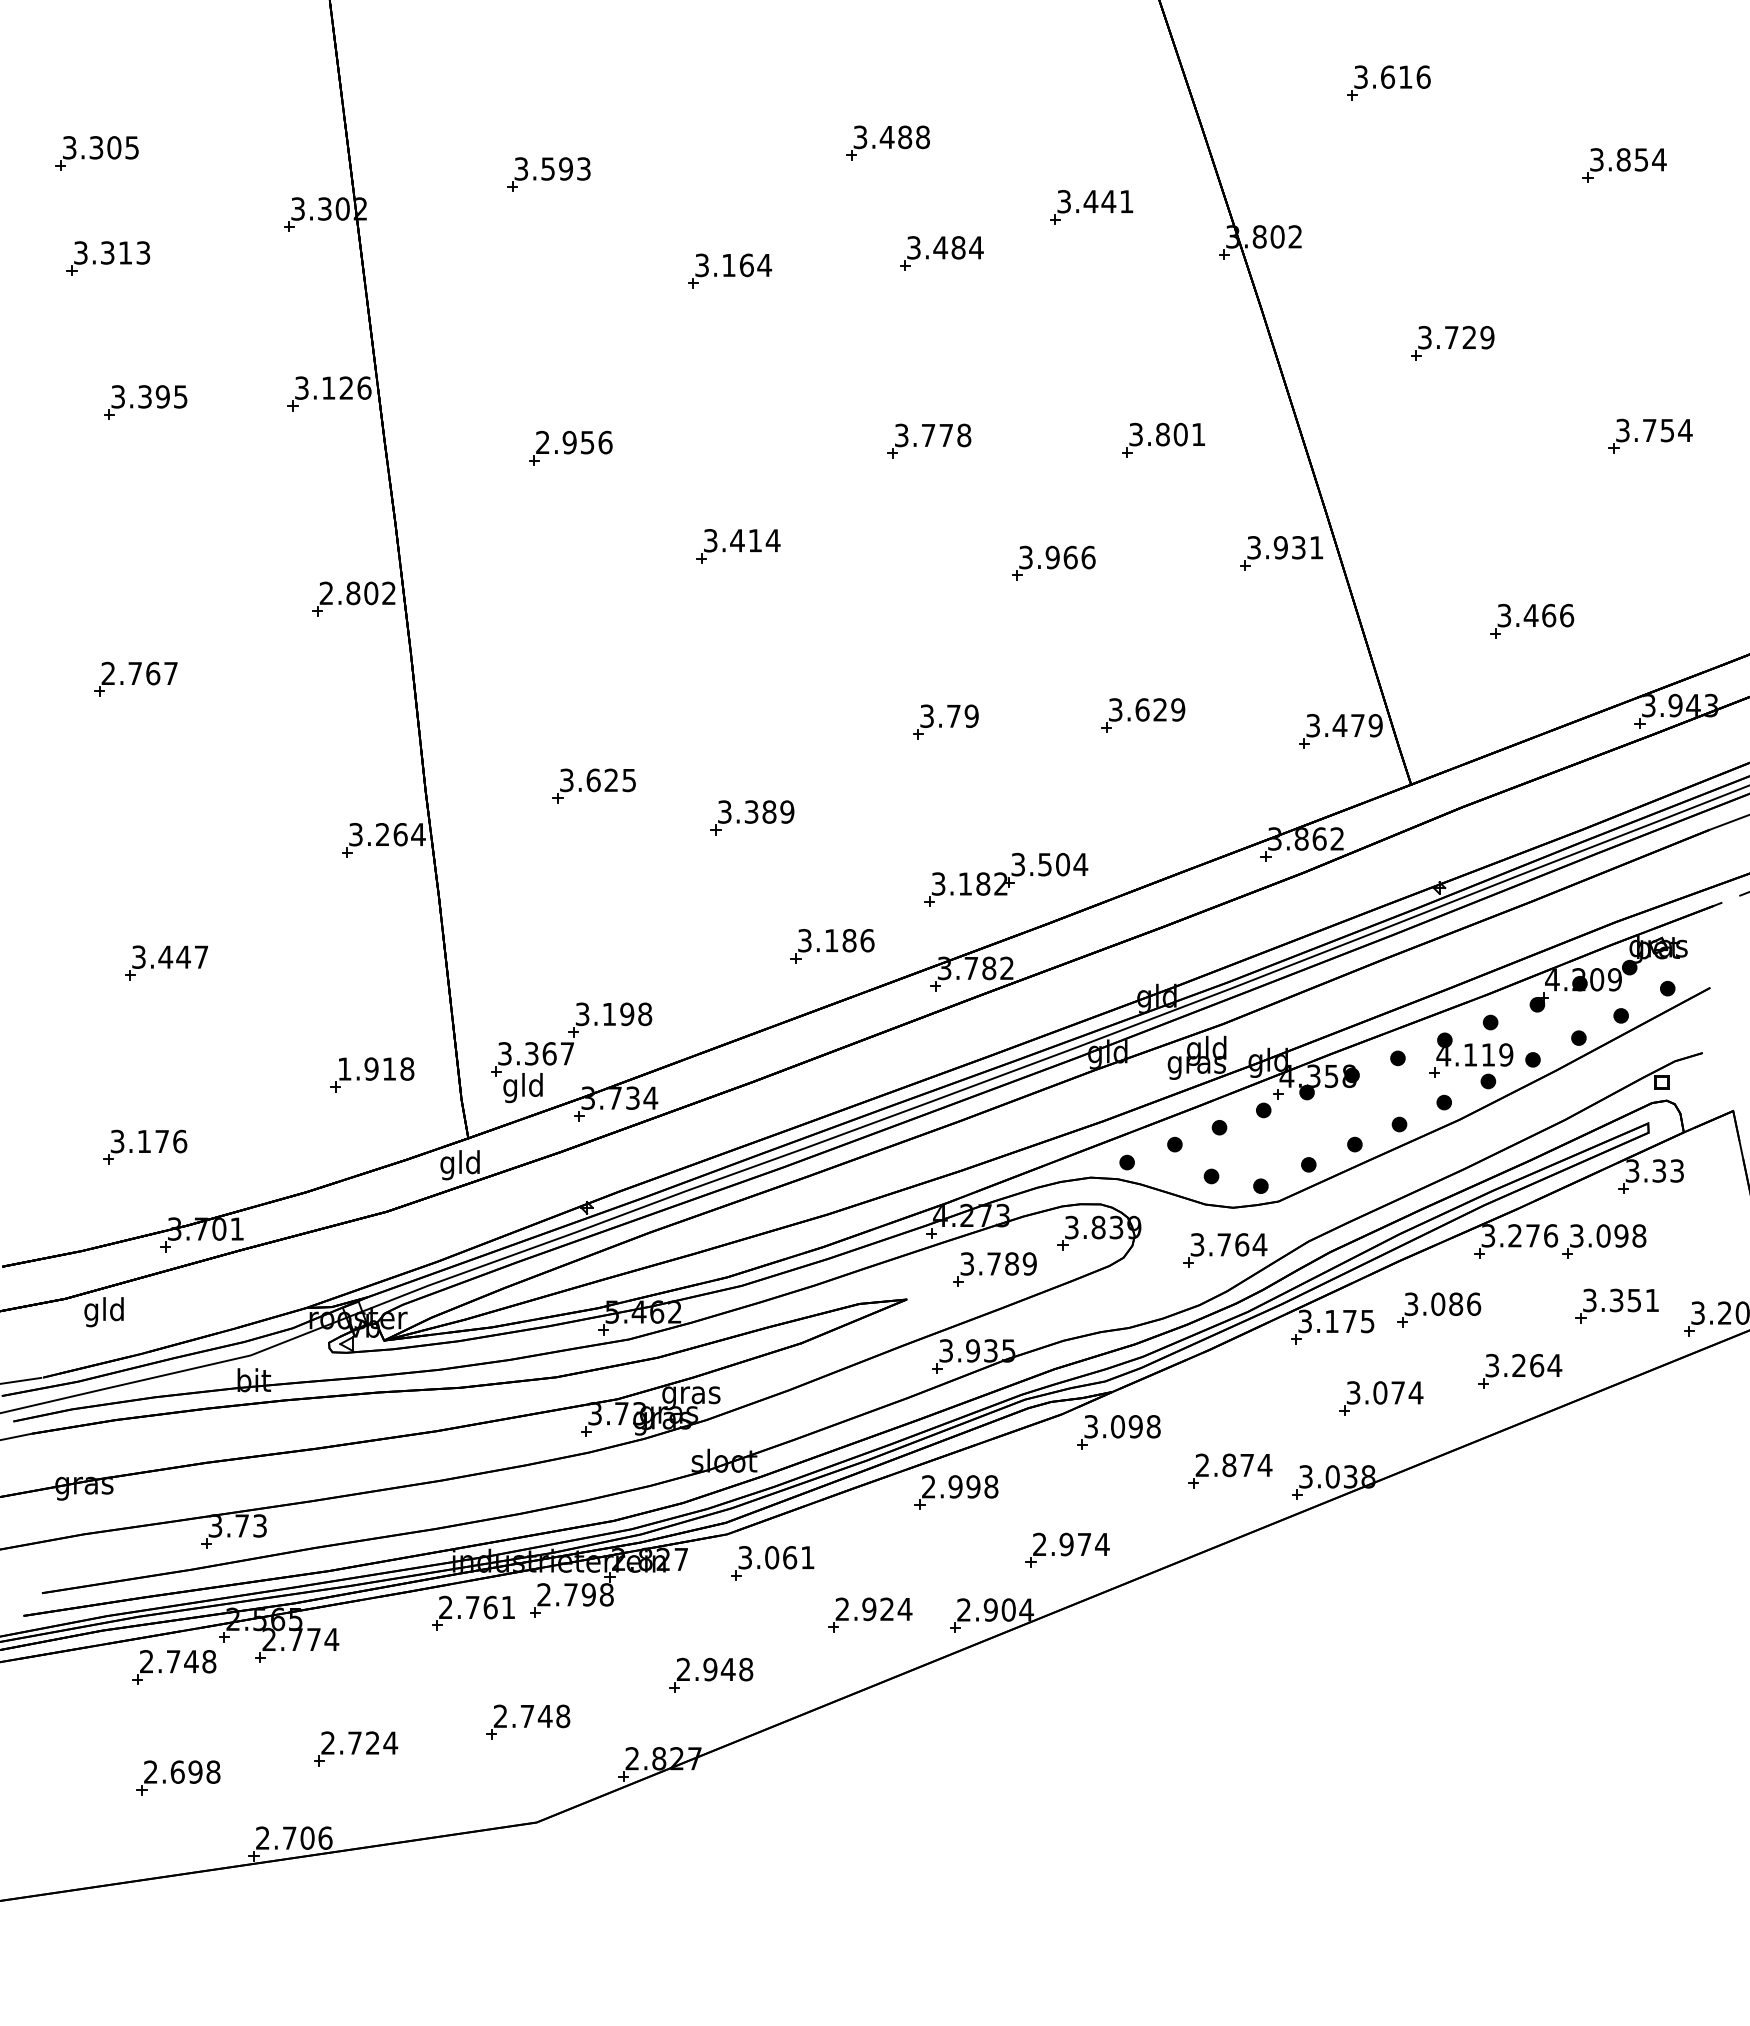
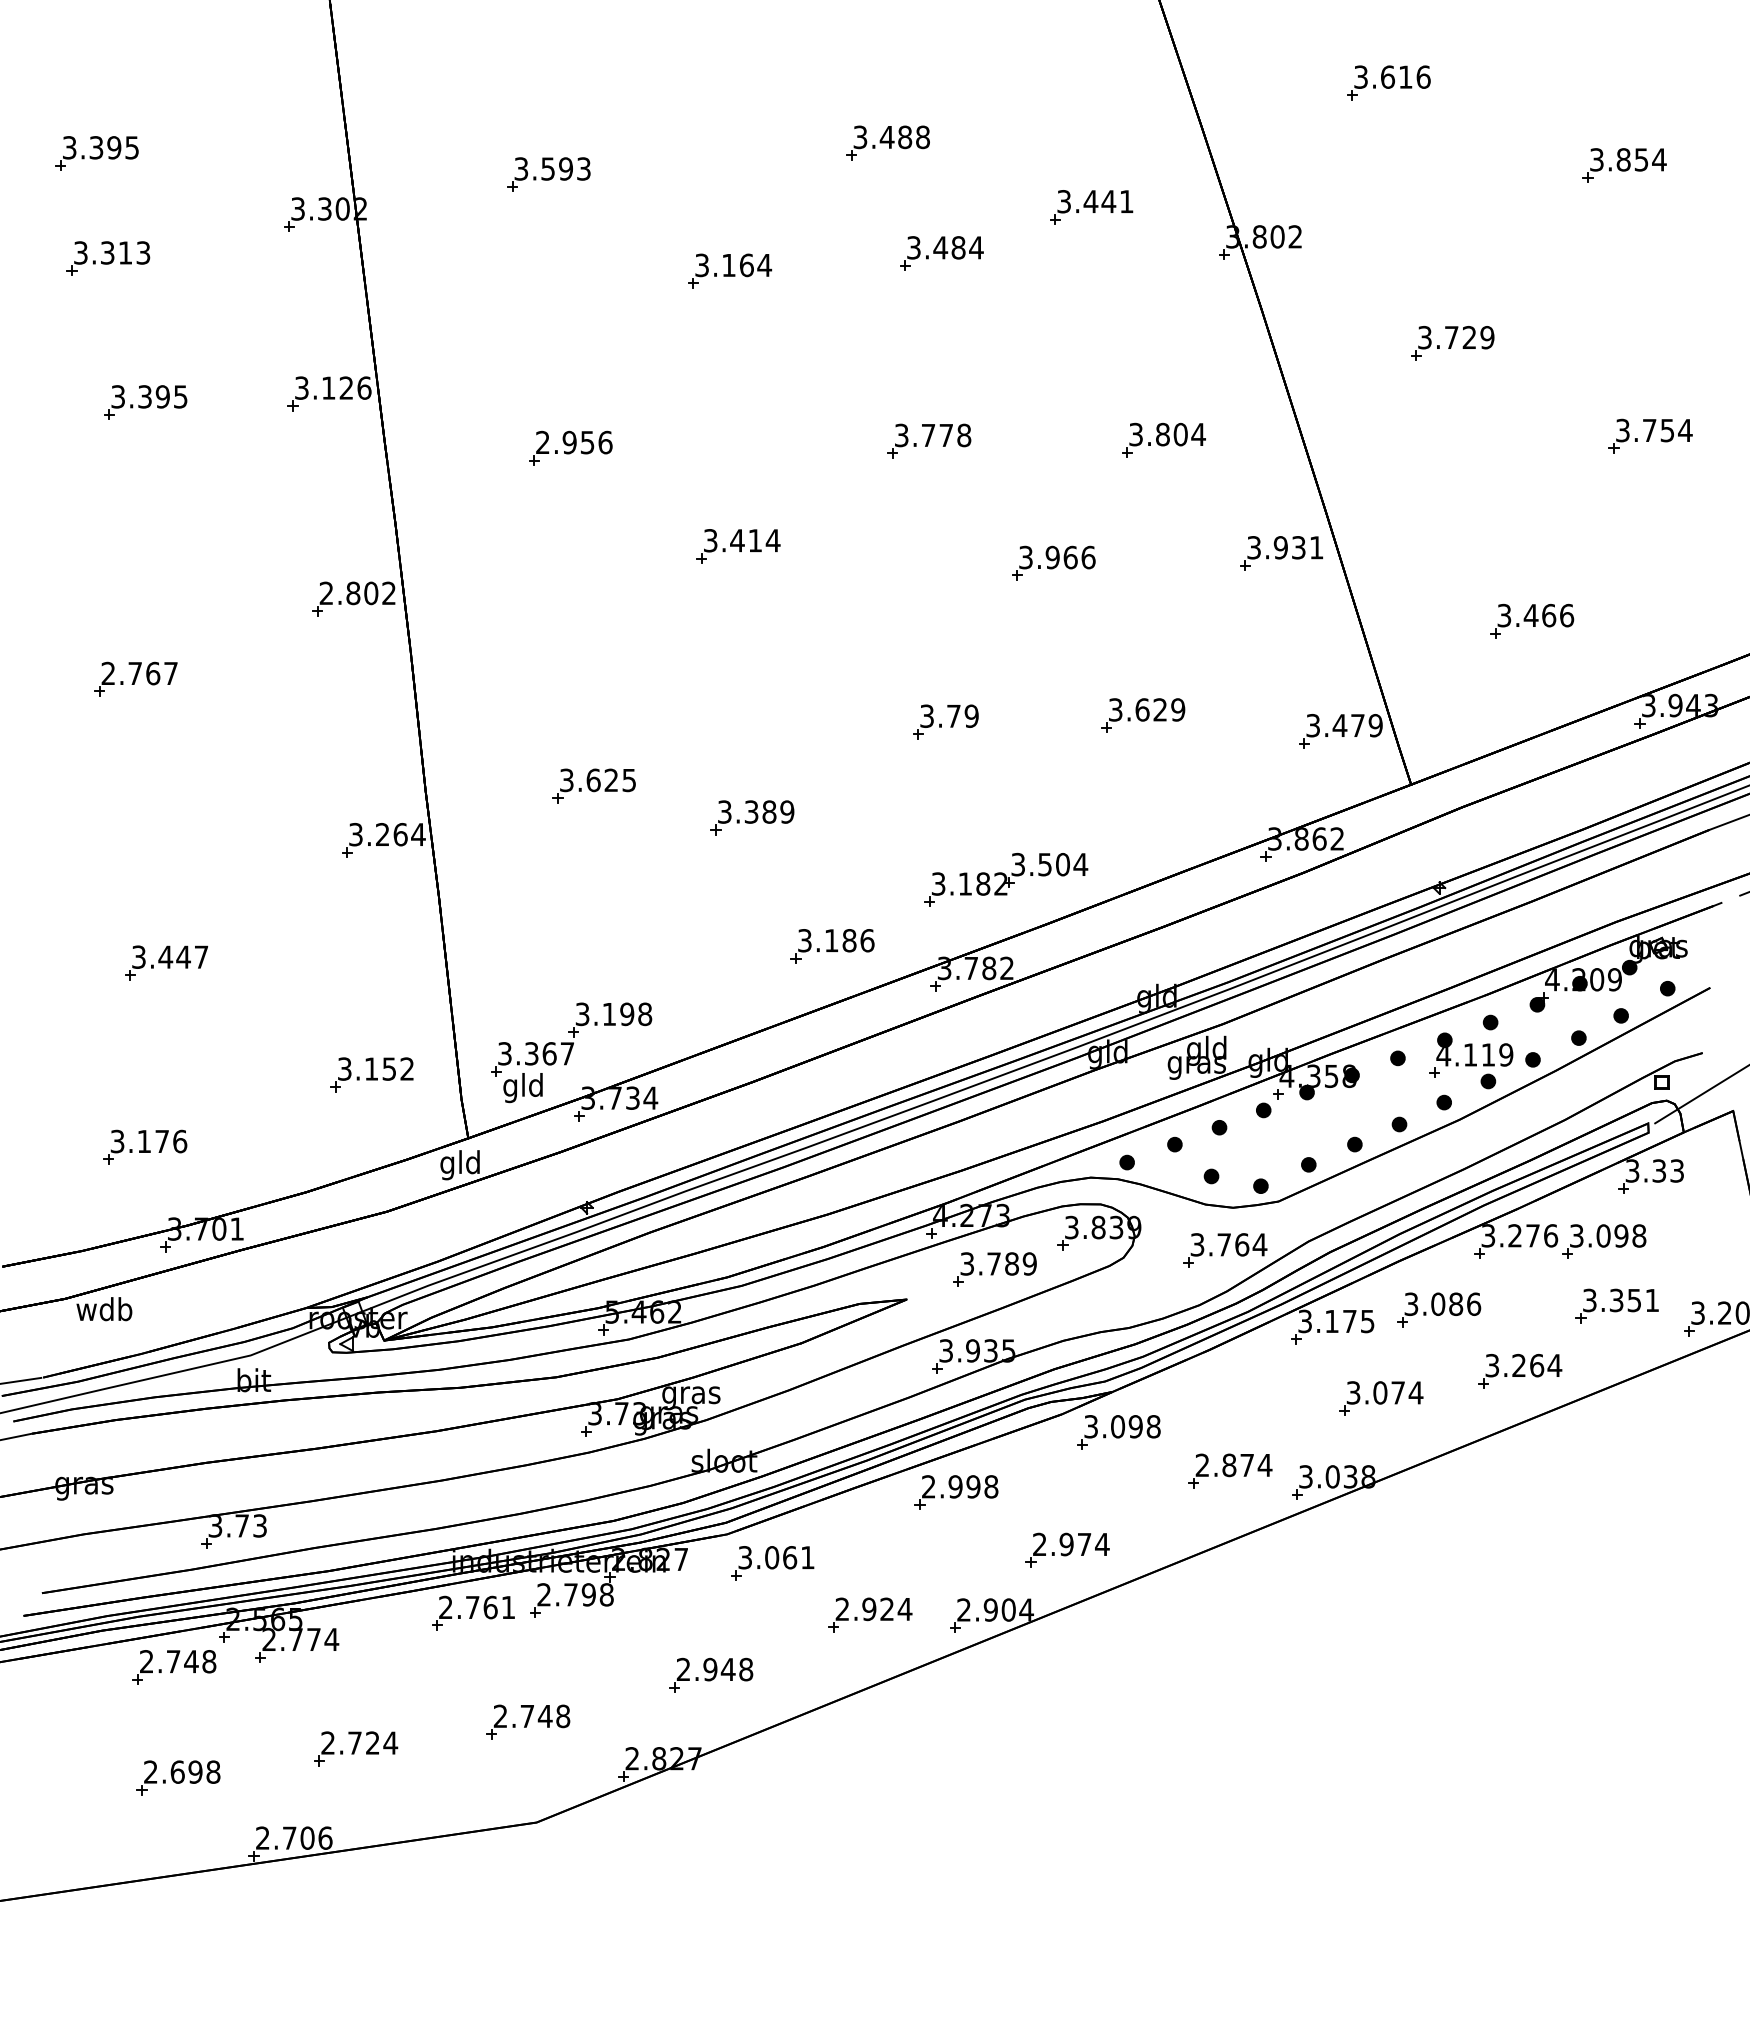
text at (114, 147): 3.305 -> 3.395
text at (1198, 434): 3.801 -> 3.804
text at (376, 1068): 1.918 -> 3.152
line at (1700, 1095): none -> present
text at (104, 1312): gld -> wdb
